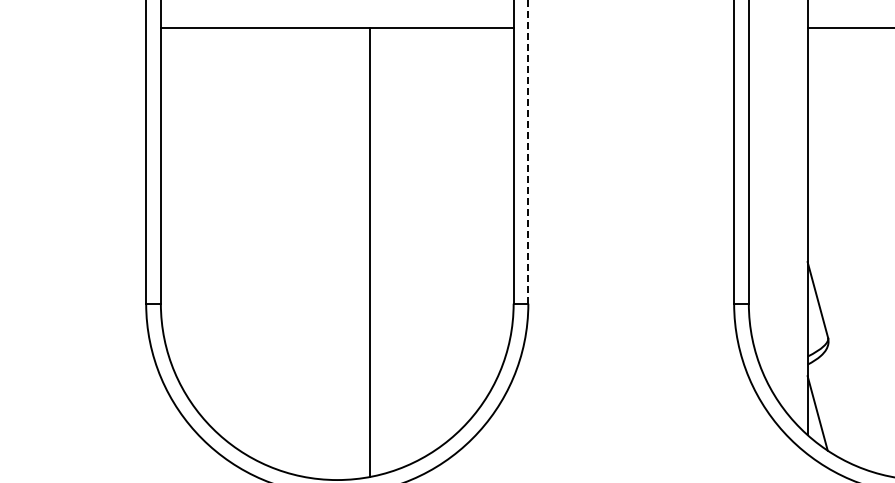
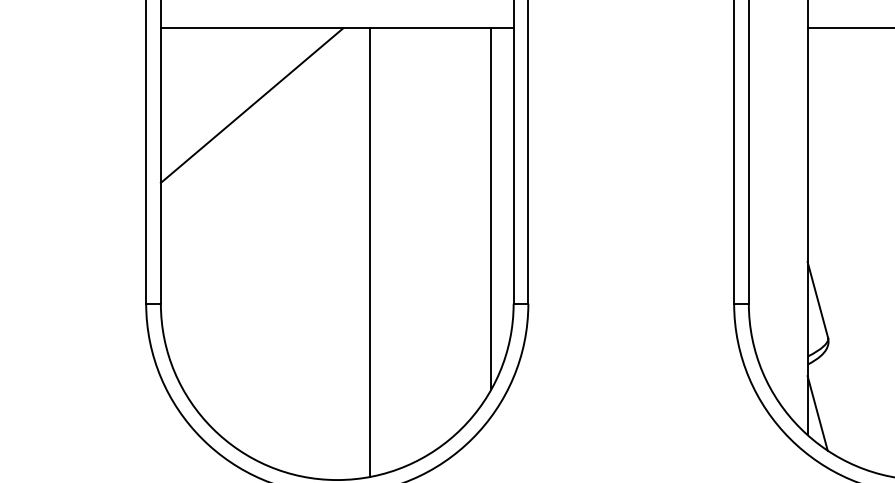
line at (251, 105): none -> present
line at (528, 151): dashed -> solid
line at (491, 208): none -> present
